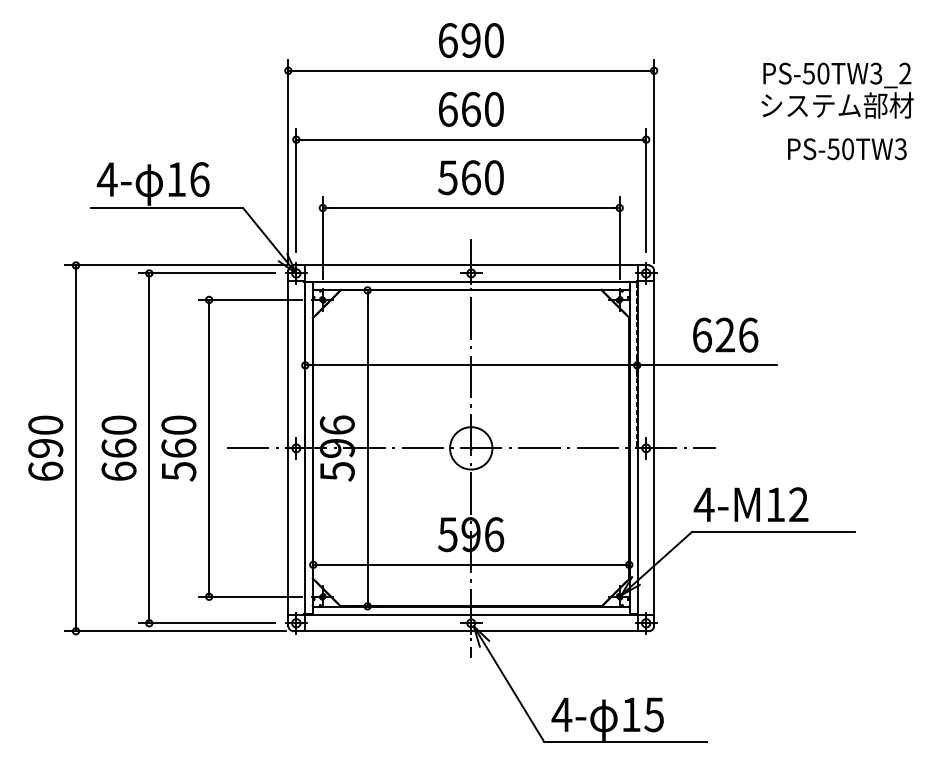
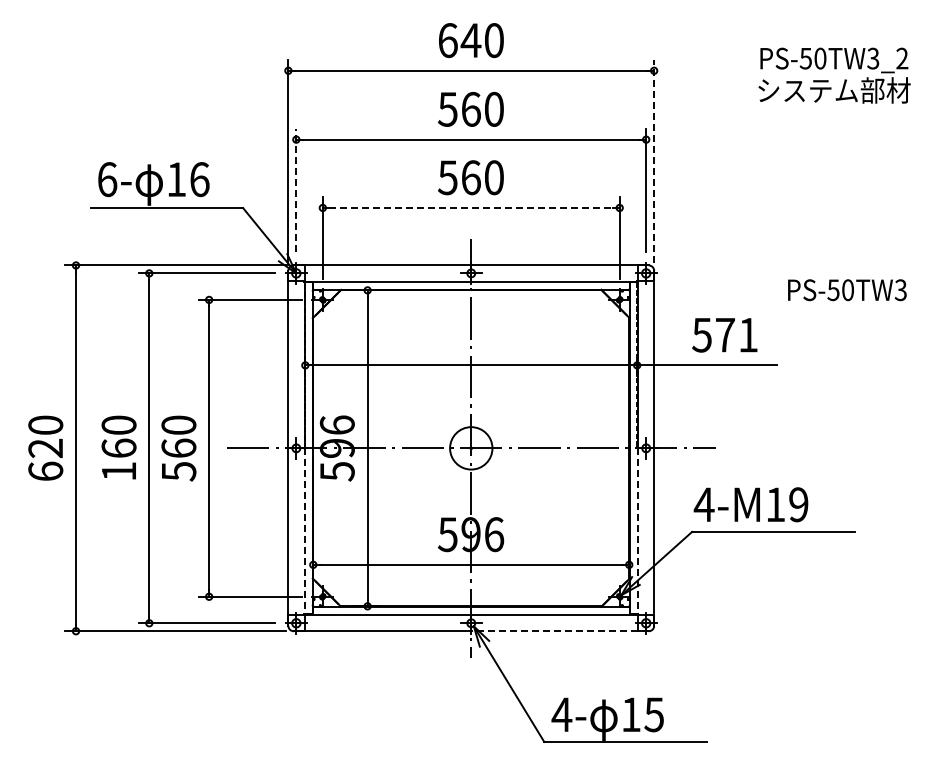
text at (470, 40): 690 -> 640
text at (837, 90) position: (837, 90) -> (834, 75)
text at (447, 108): 660 -> 560
text at (847, 149) position: (847, 149) -> (847, 290)
line at (654, 161): solid -> dashed
text at (106, 179): 4- -> 6-
line at (296, 190): solid -> dashed
line at (471, 207): solid -> dashed
text at (725, 334): 626 -> 571
text at (45, 447): 690 -> 620
text at (118, 470): 660 -> 160
text at (798, 504): 4-M12 -> 4-M19
line at (304, 531): solid -> dashed
line at (637, 531): solid -> dashed
line at (560, 631): solid -> dashed
